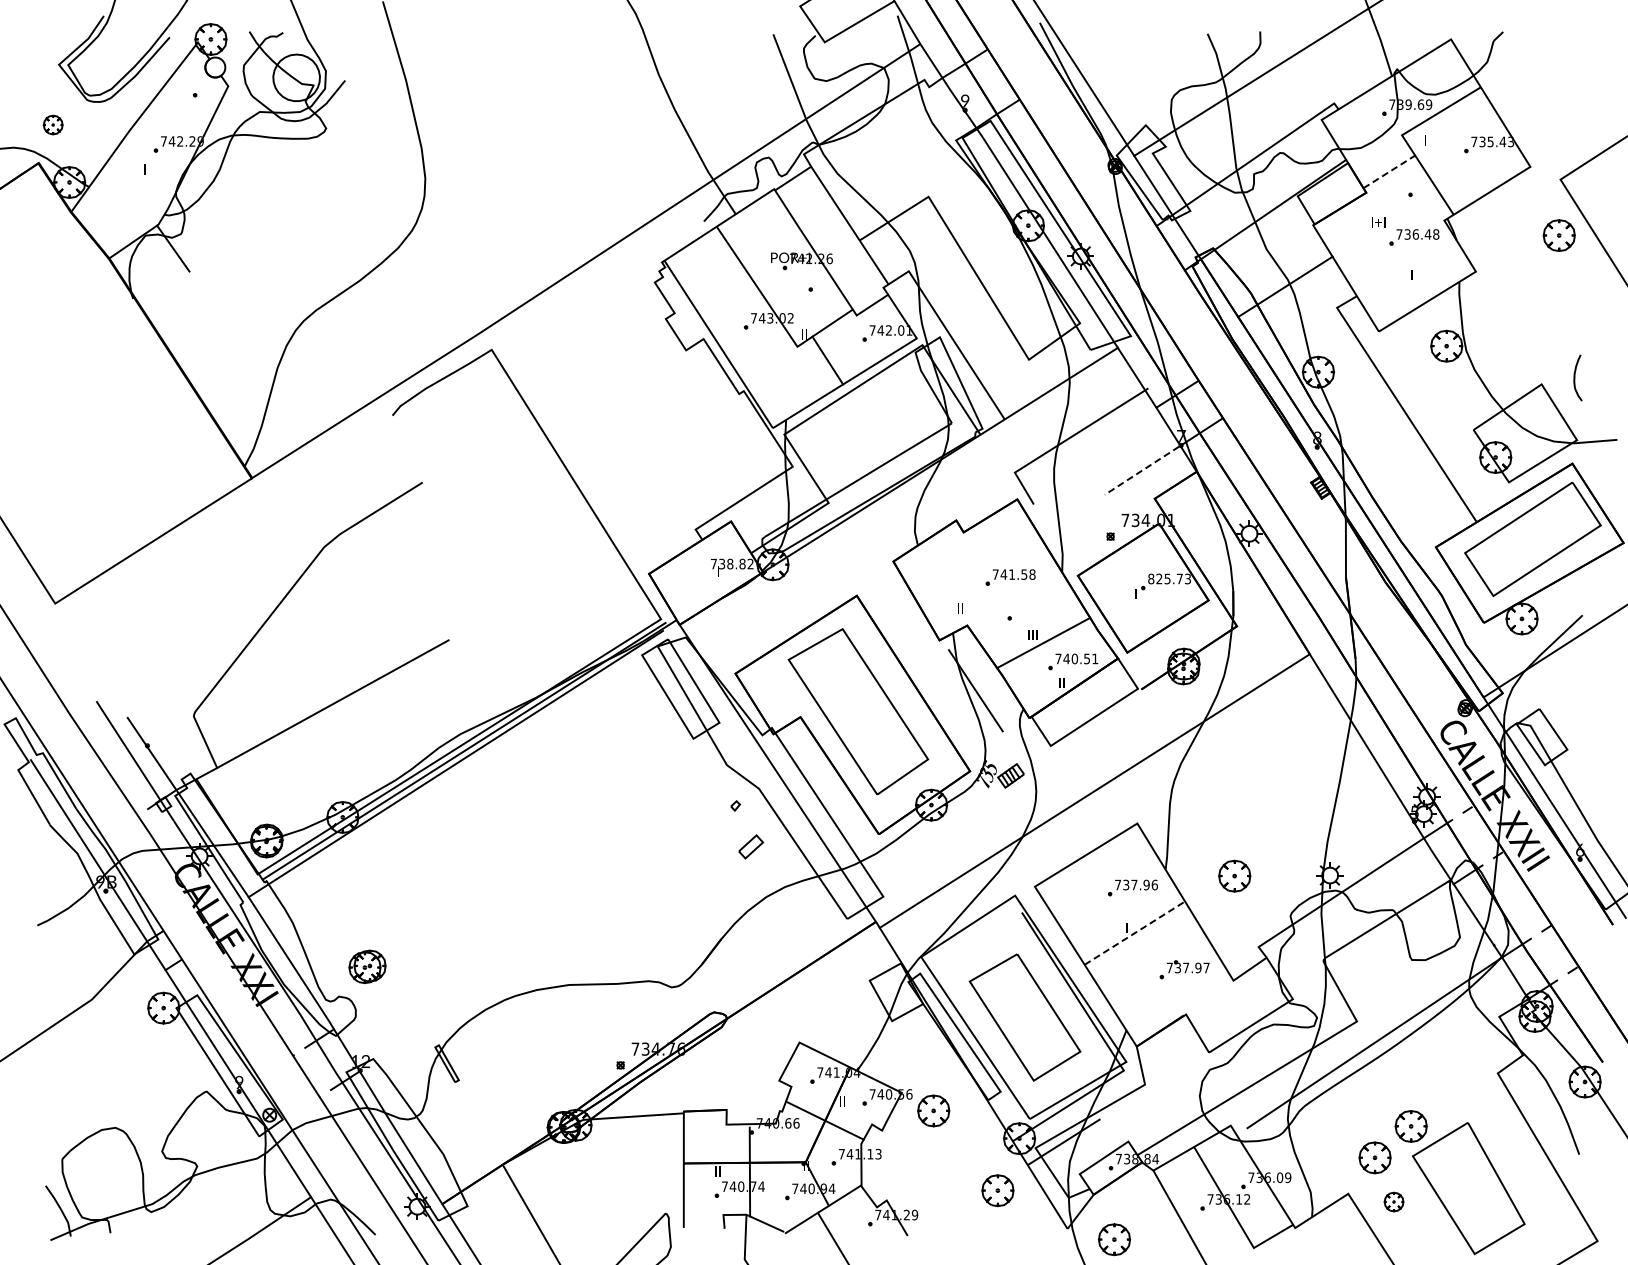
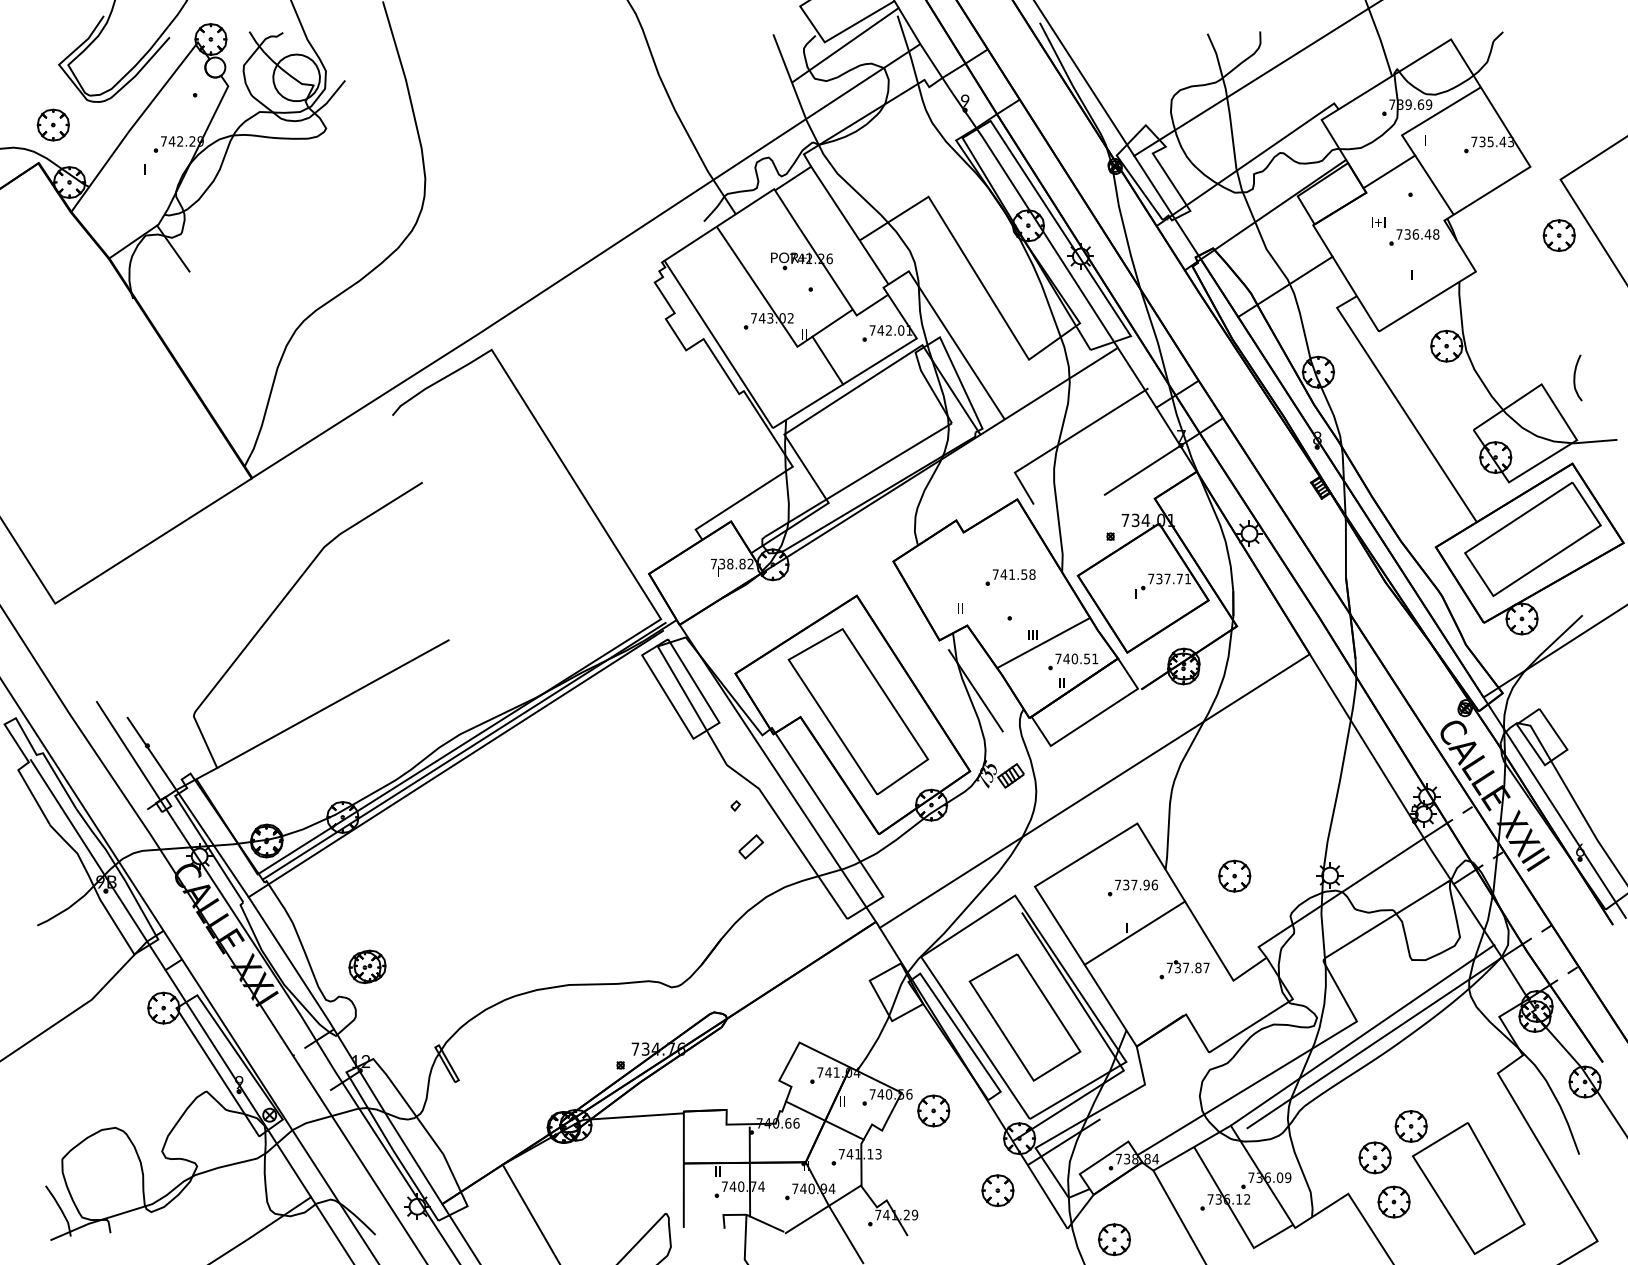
line at (845, 45): none -> present
part at (52, 124) size: 22x22 px -> 34x34 px
line at (1389, 171): dashed -> solid
line at (1141, 471): dashed -> solid
text at (1169, 578): 825.73 -> 737.71
line at (1135, 932): dashed -> solid
text at (1198, 967): 737.97 -> 737.87
line at (1361, 1035): none -> present
part at (1393, 1201) size: 22x22 px -> 34x34 px
line at (832, 1236) position: (832, 1236) -> (845, 1233)
